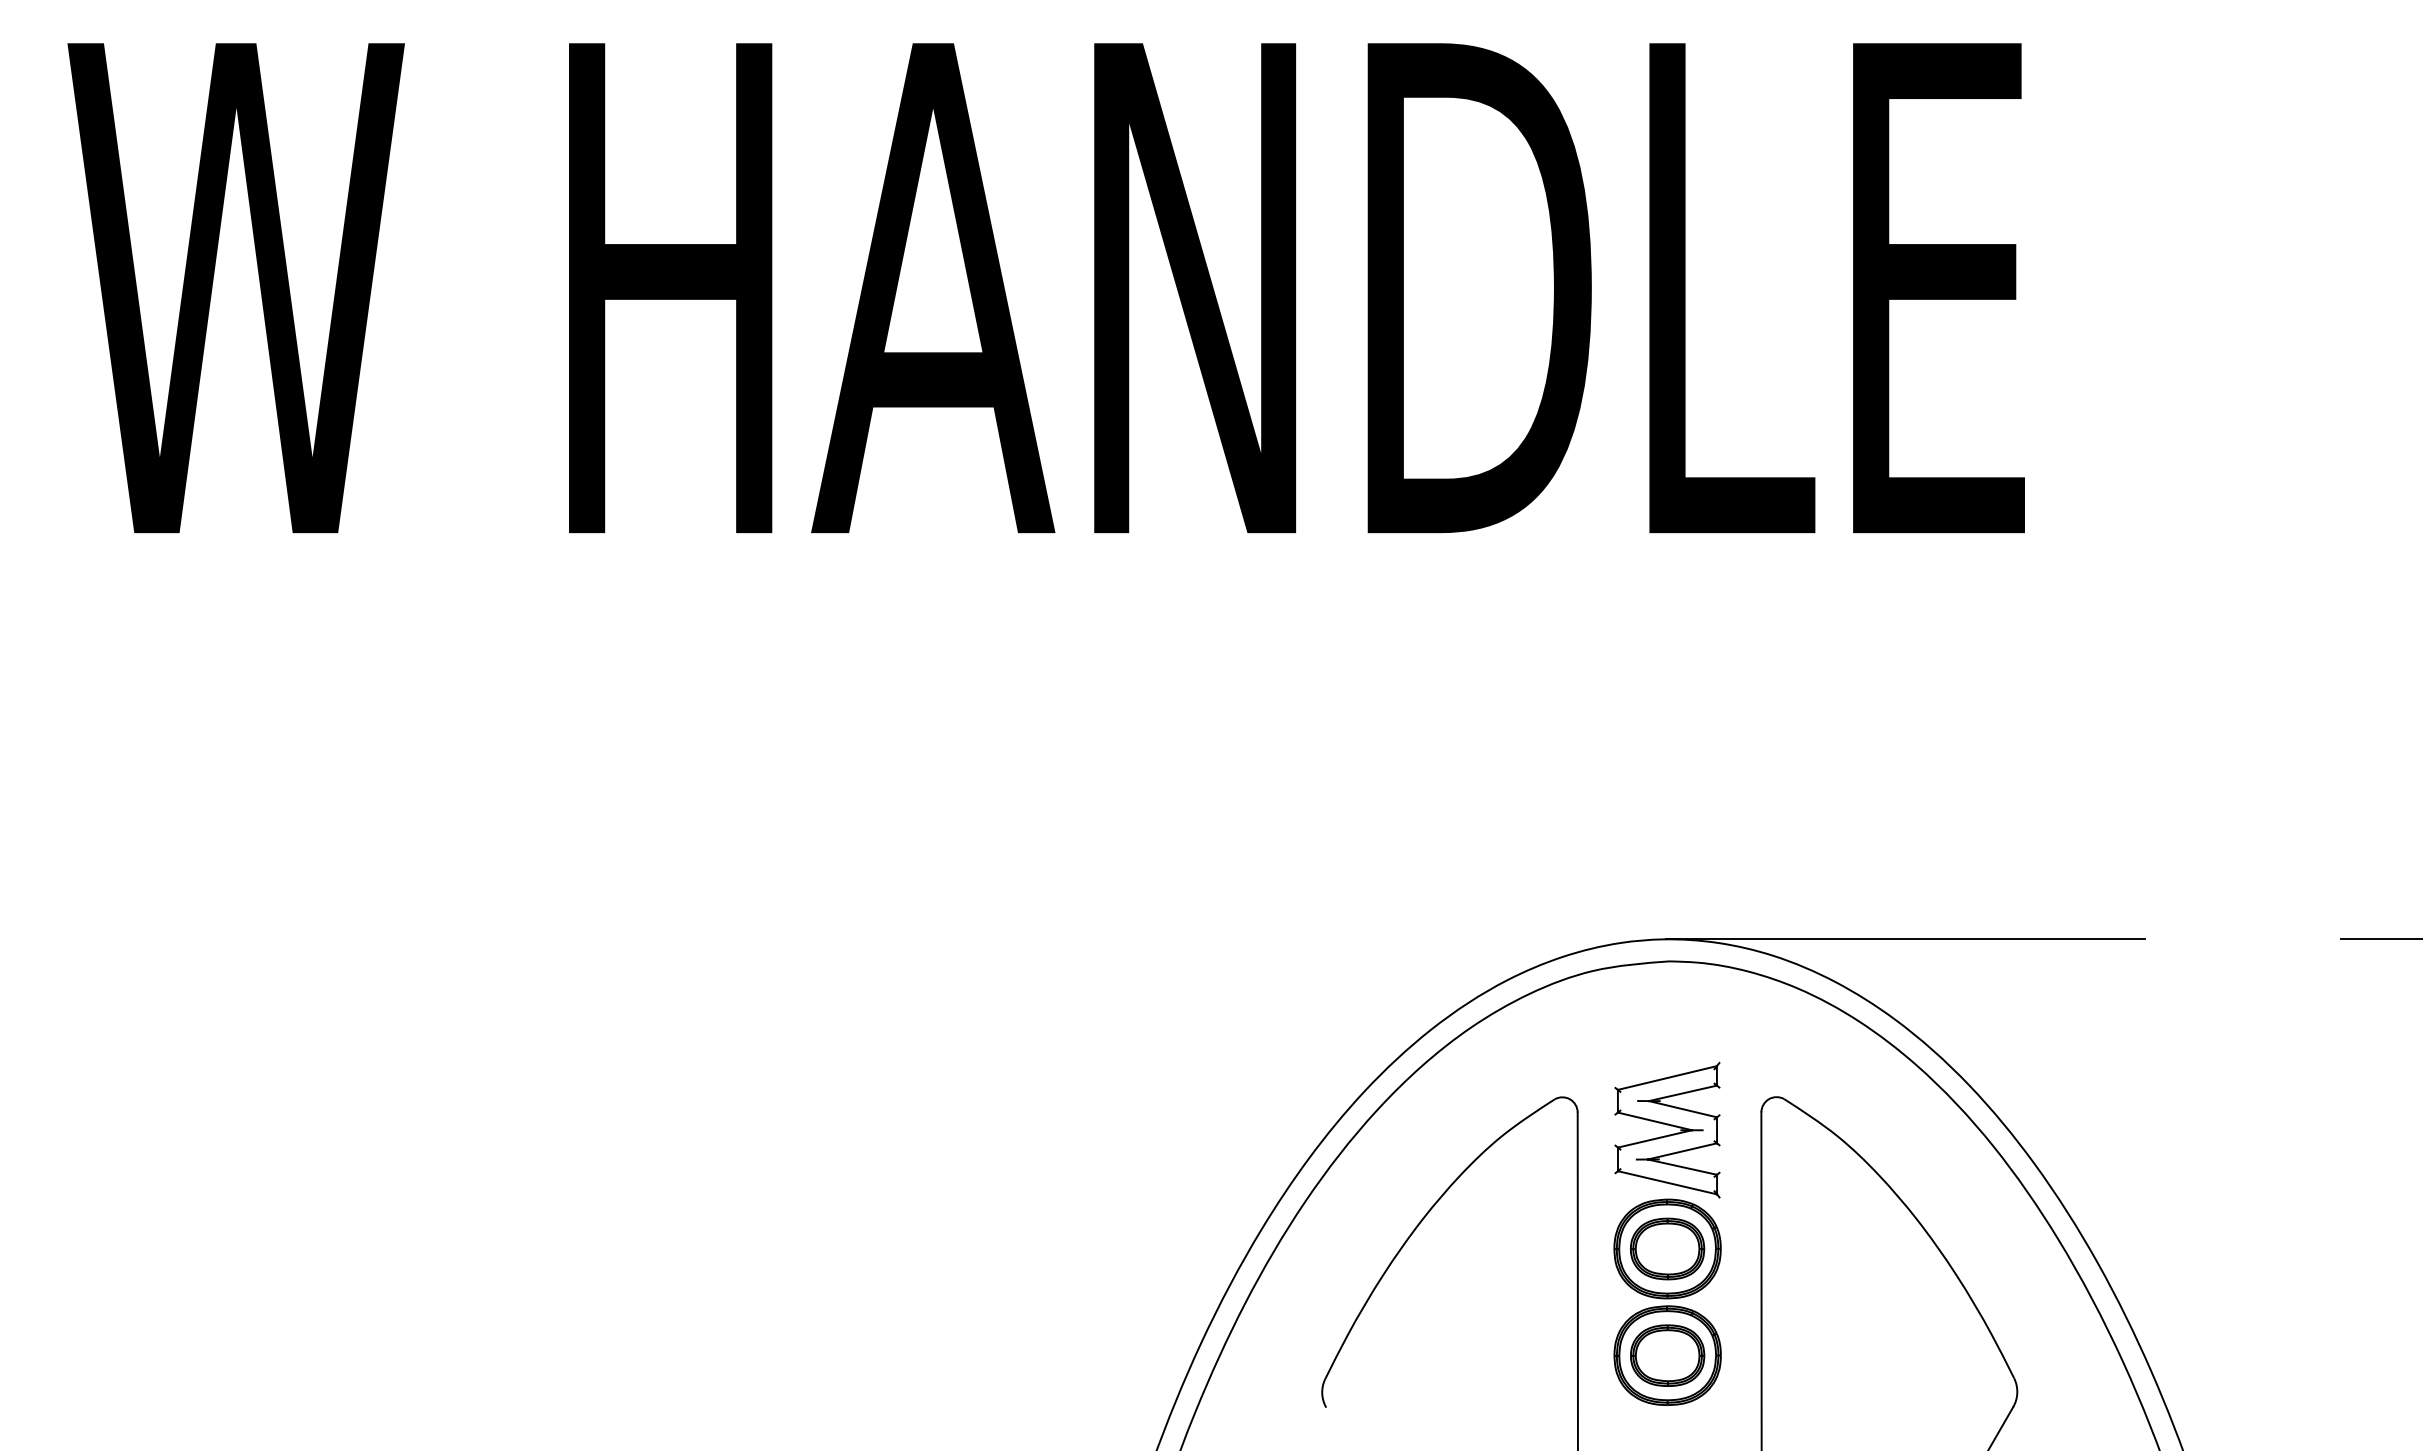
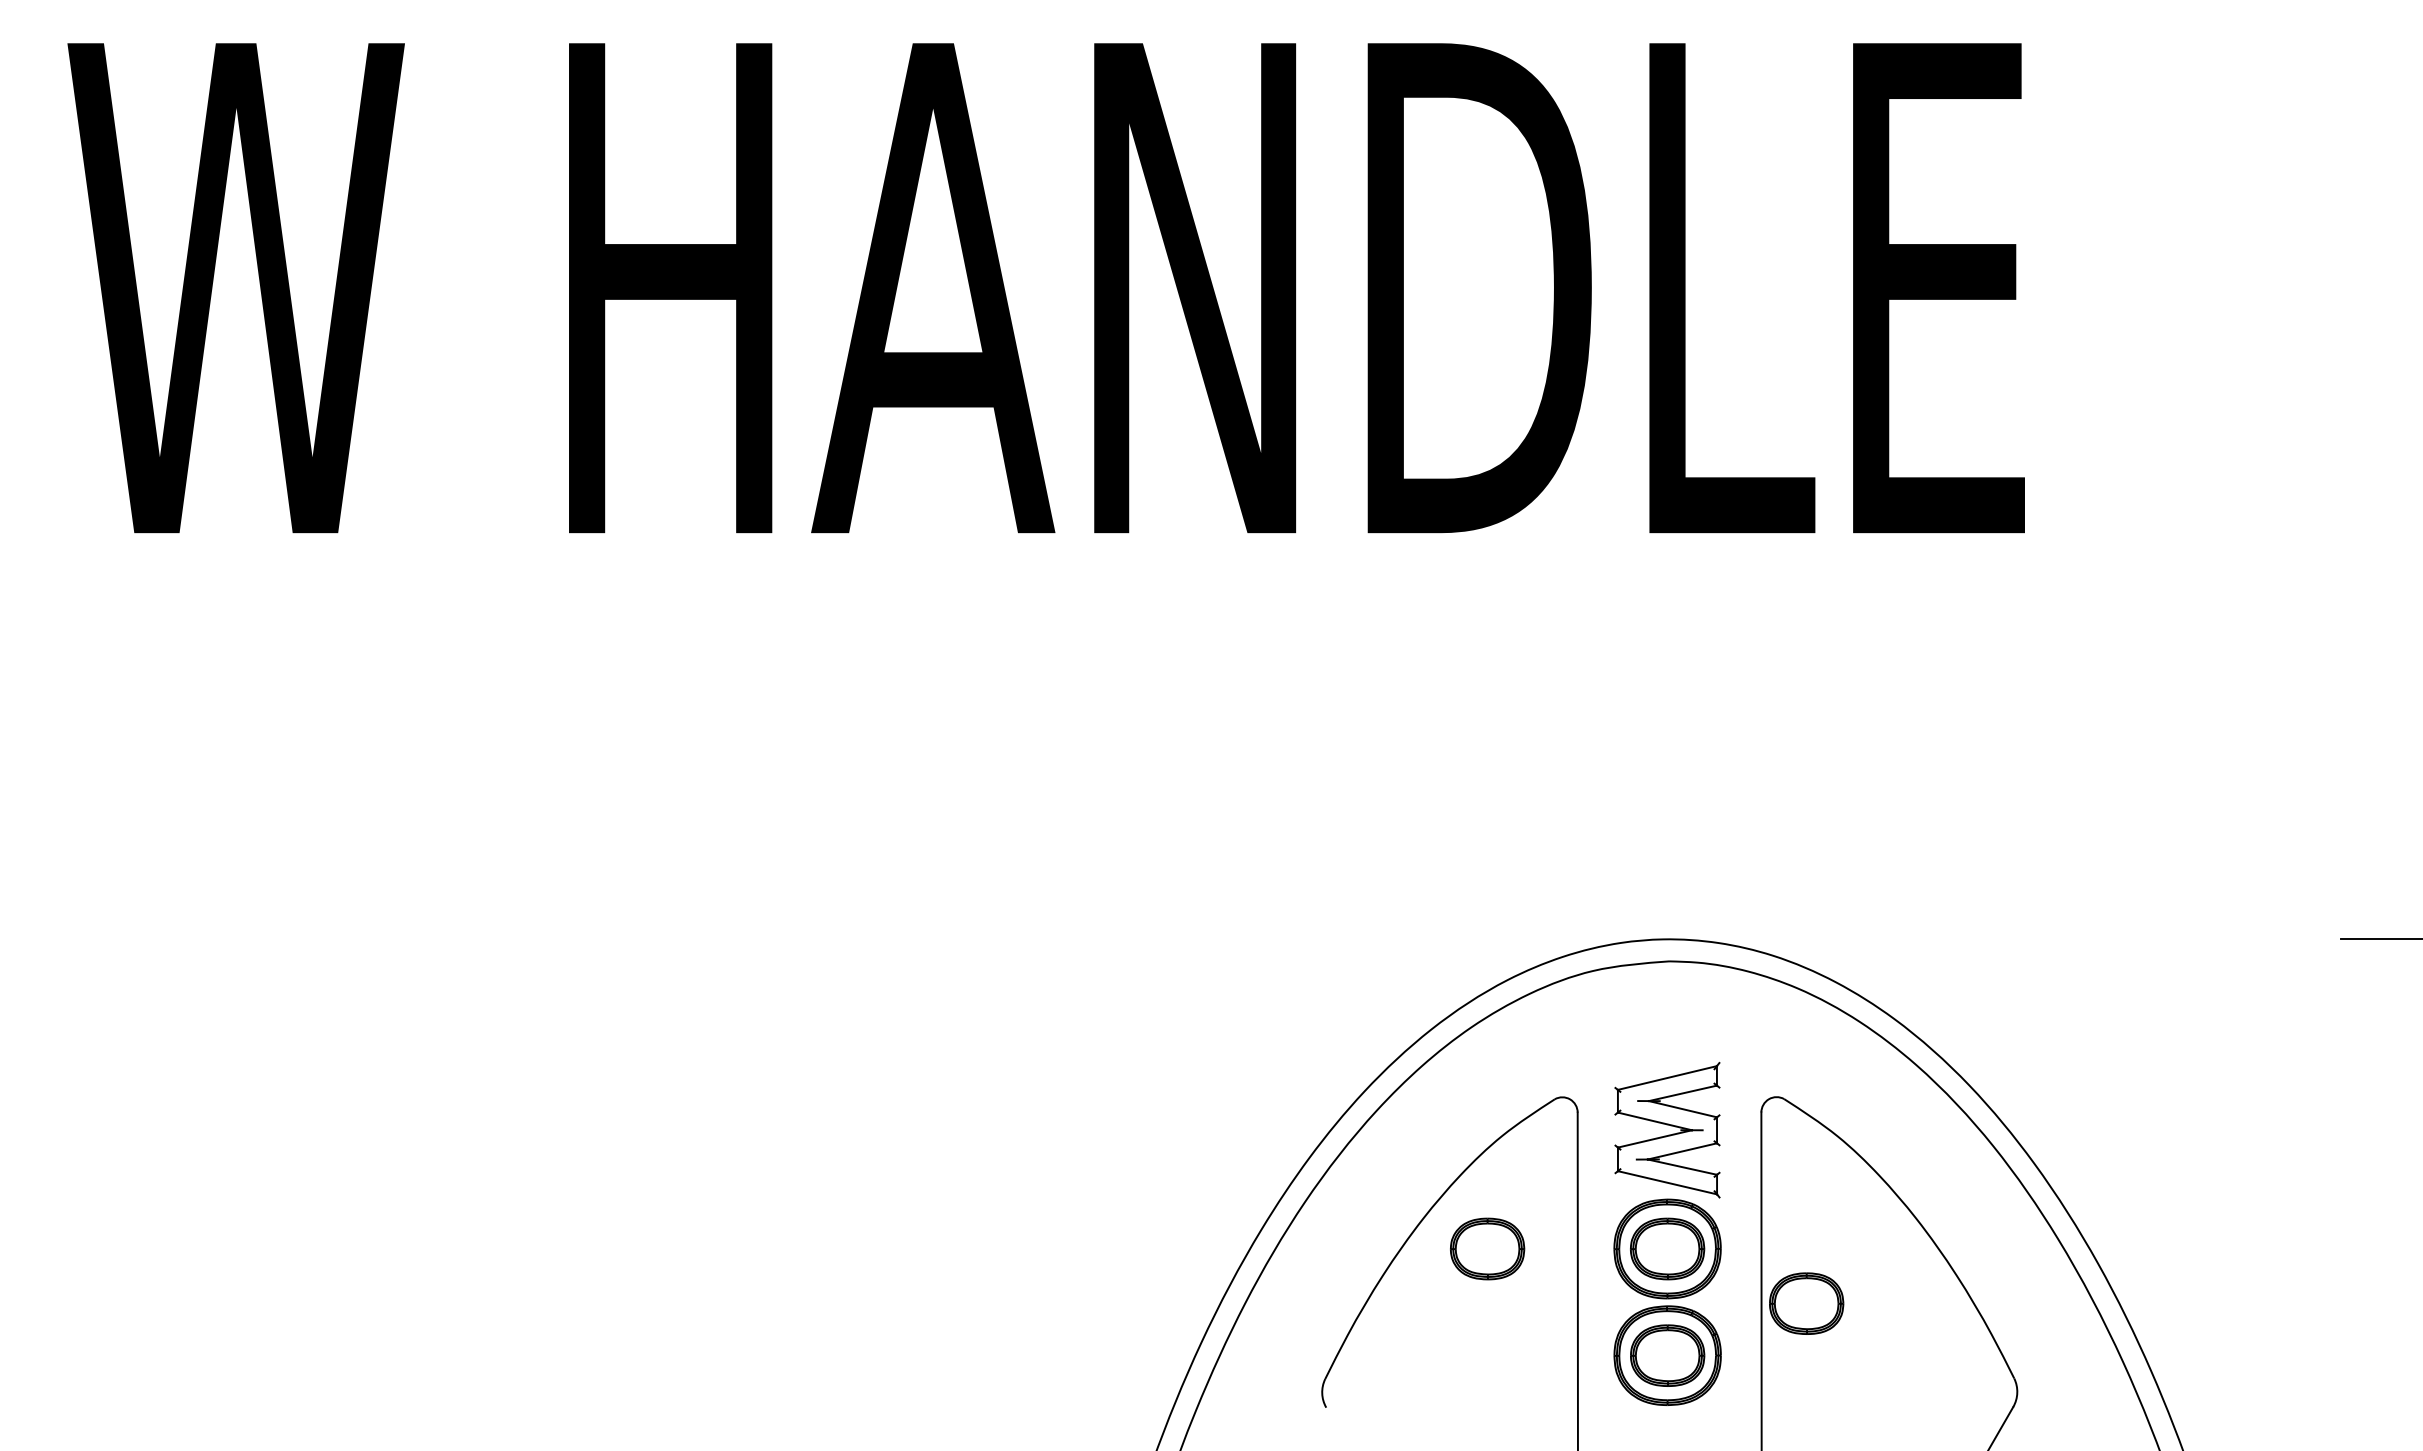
line at (1905, 939): present -> none
part at (1487, 1248): none -> present
part at (1806, 1303): none -> present
